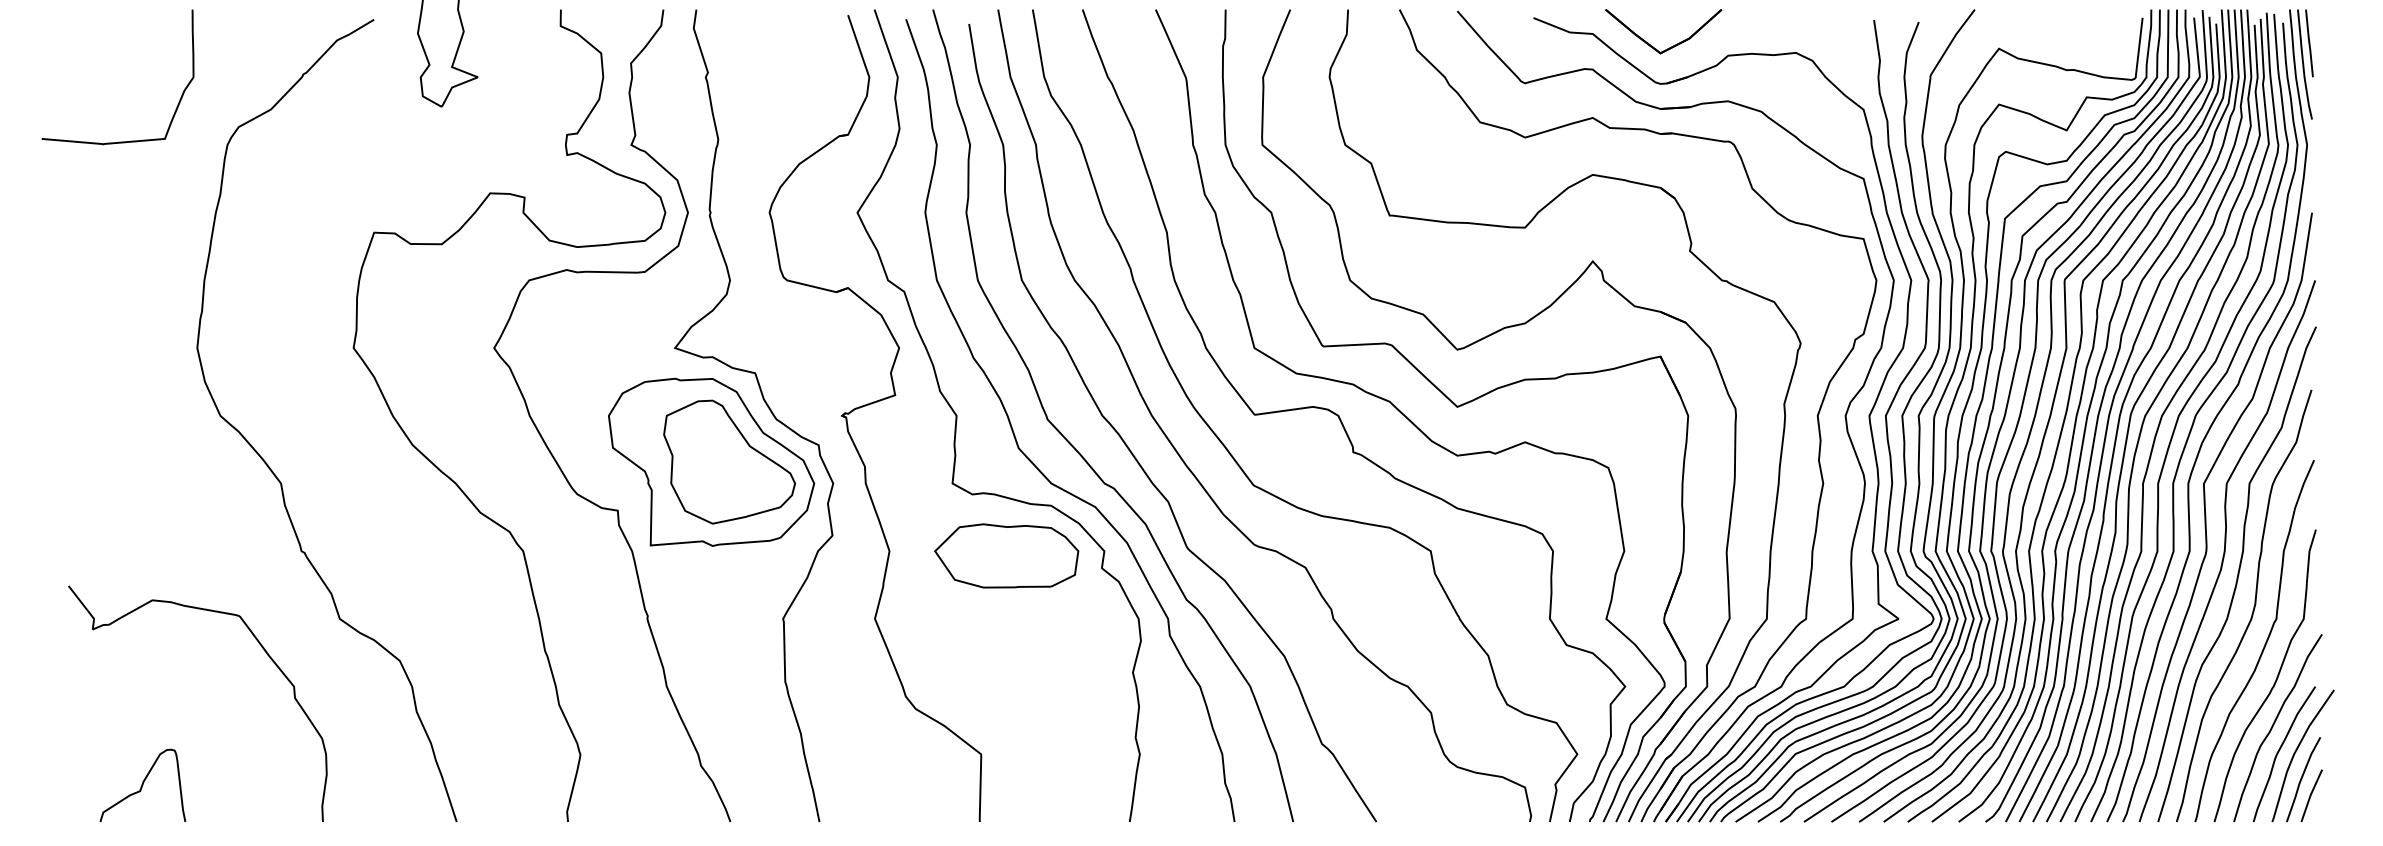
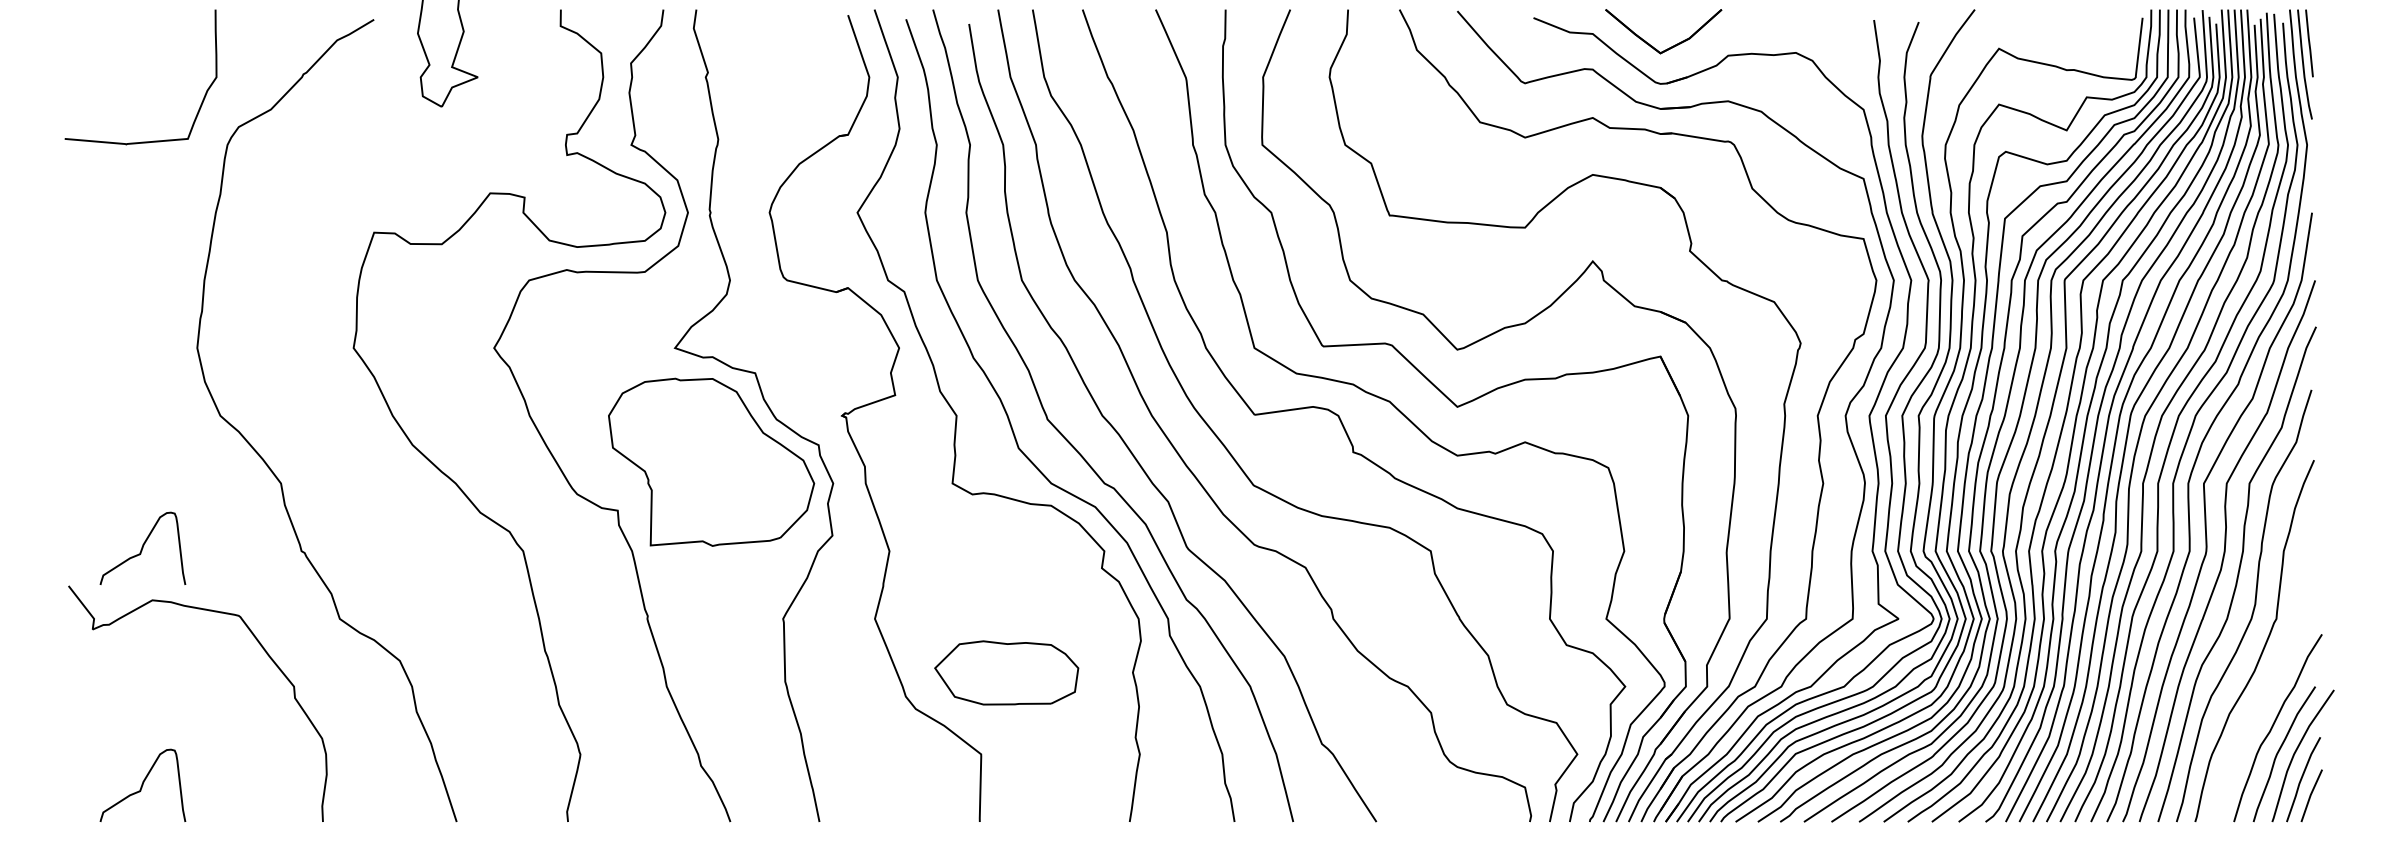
curve at (118, 141) position: (118, 141) -> (141, 141)
part at (729, 461): present -> none
curve at (142, 547): none -> present
part at (1006, 555) position: (1006, 555) -> (1006, 672)
curve at (2274, 681): present -> none
